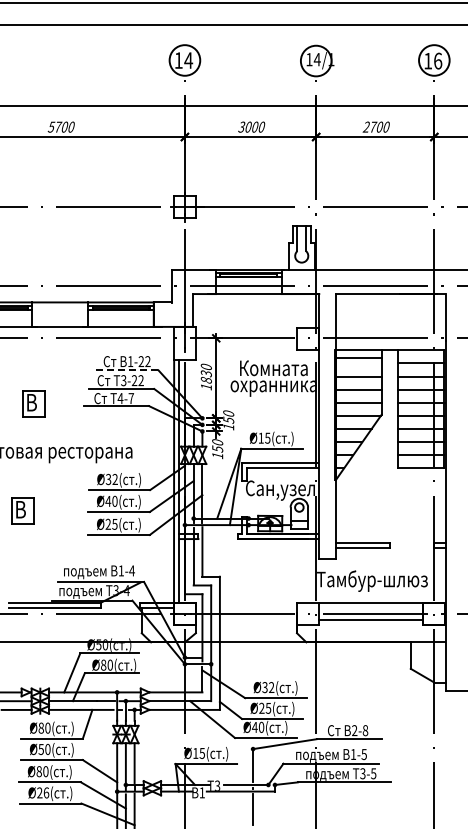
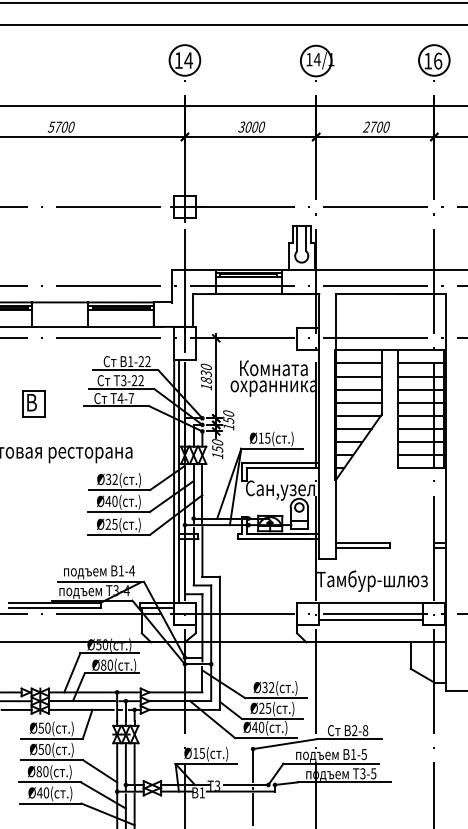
line at (358, 358) position: (358, 358) -> (358, 363)
line at (125, 370): dashed -> solid
part at (22, 510): present -> none
text at (40, 727): Ø80( -> Ø50(
text at (42, 792): Ø26( -> Ø40(
